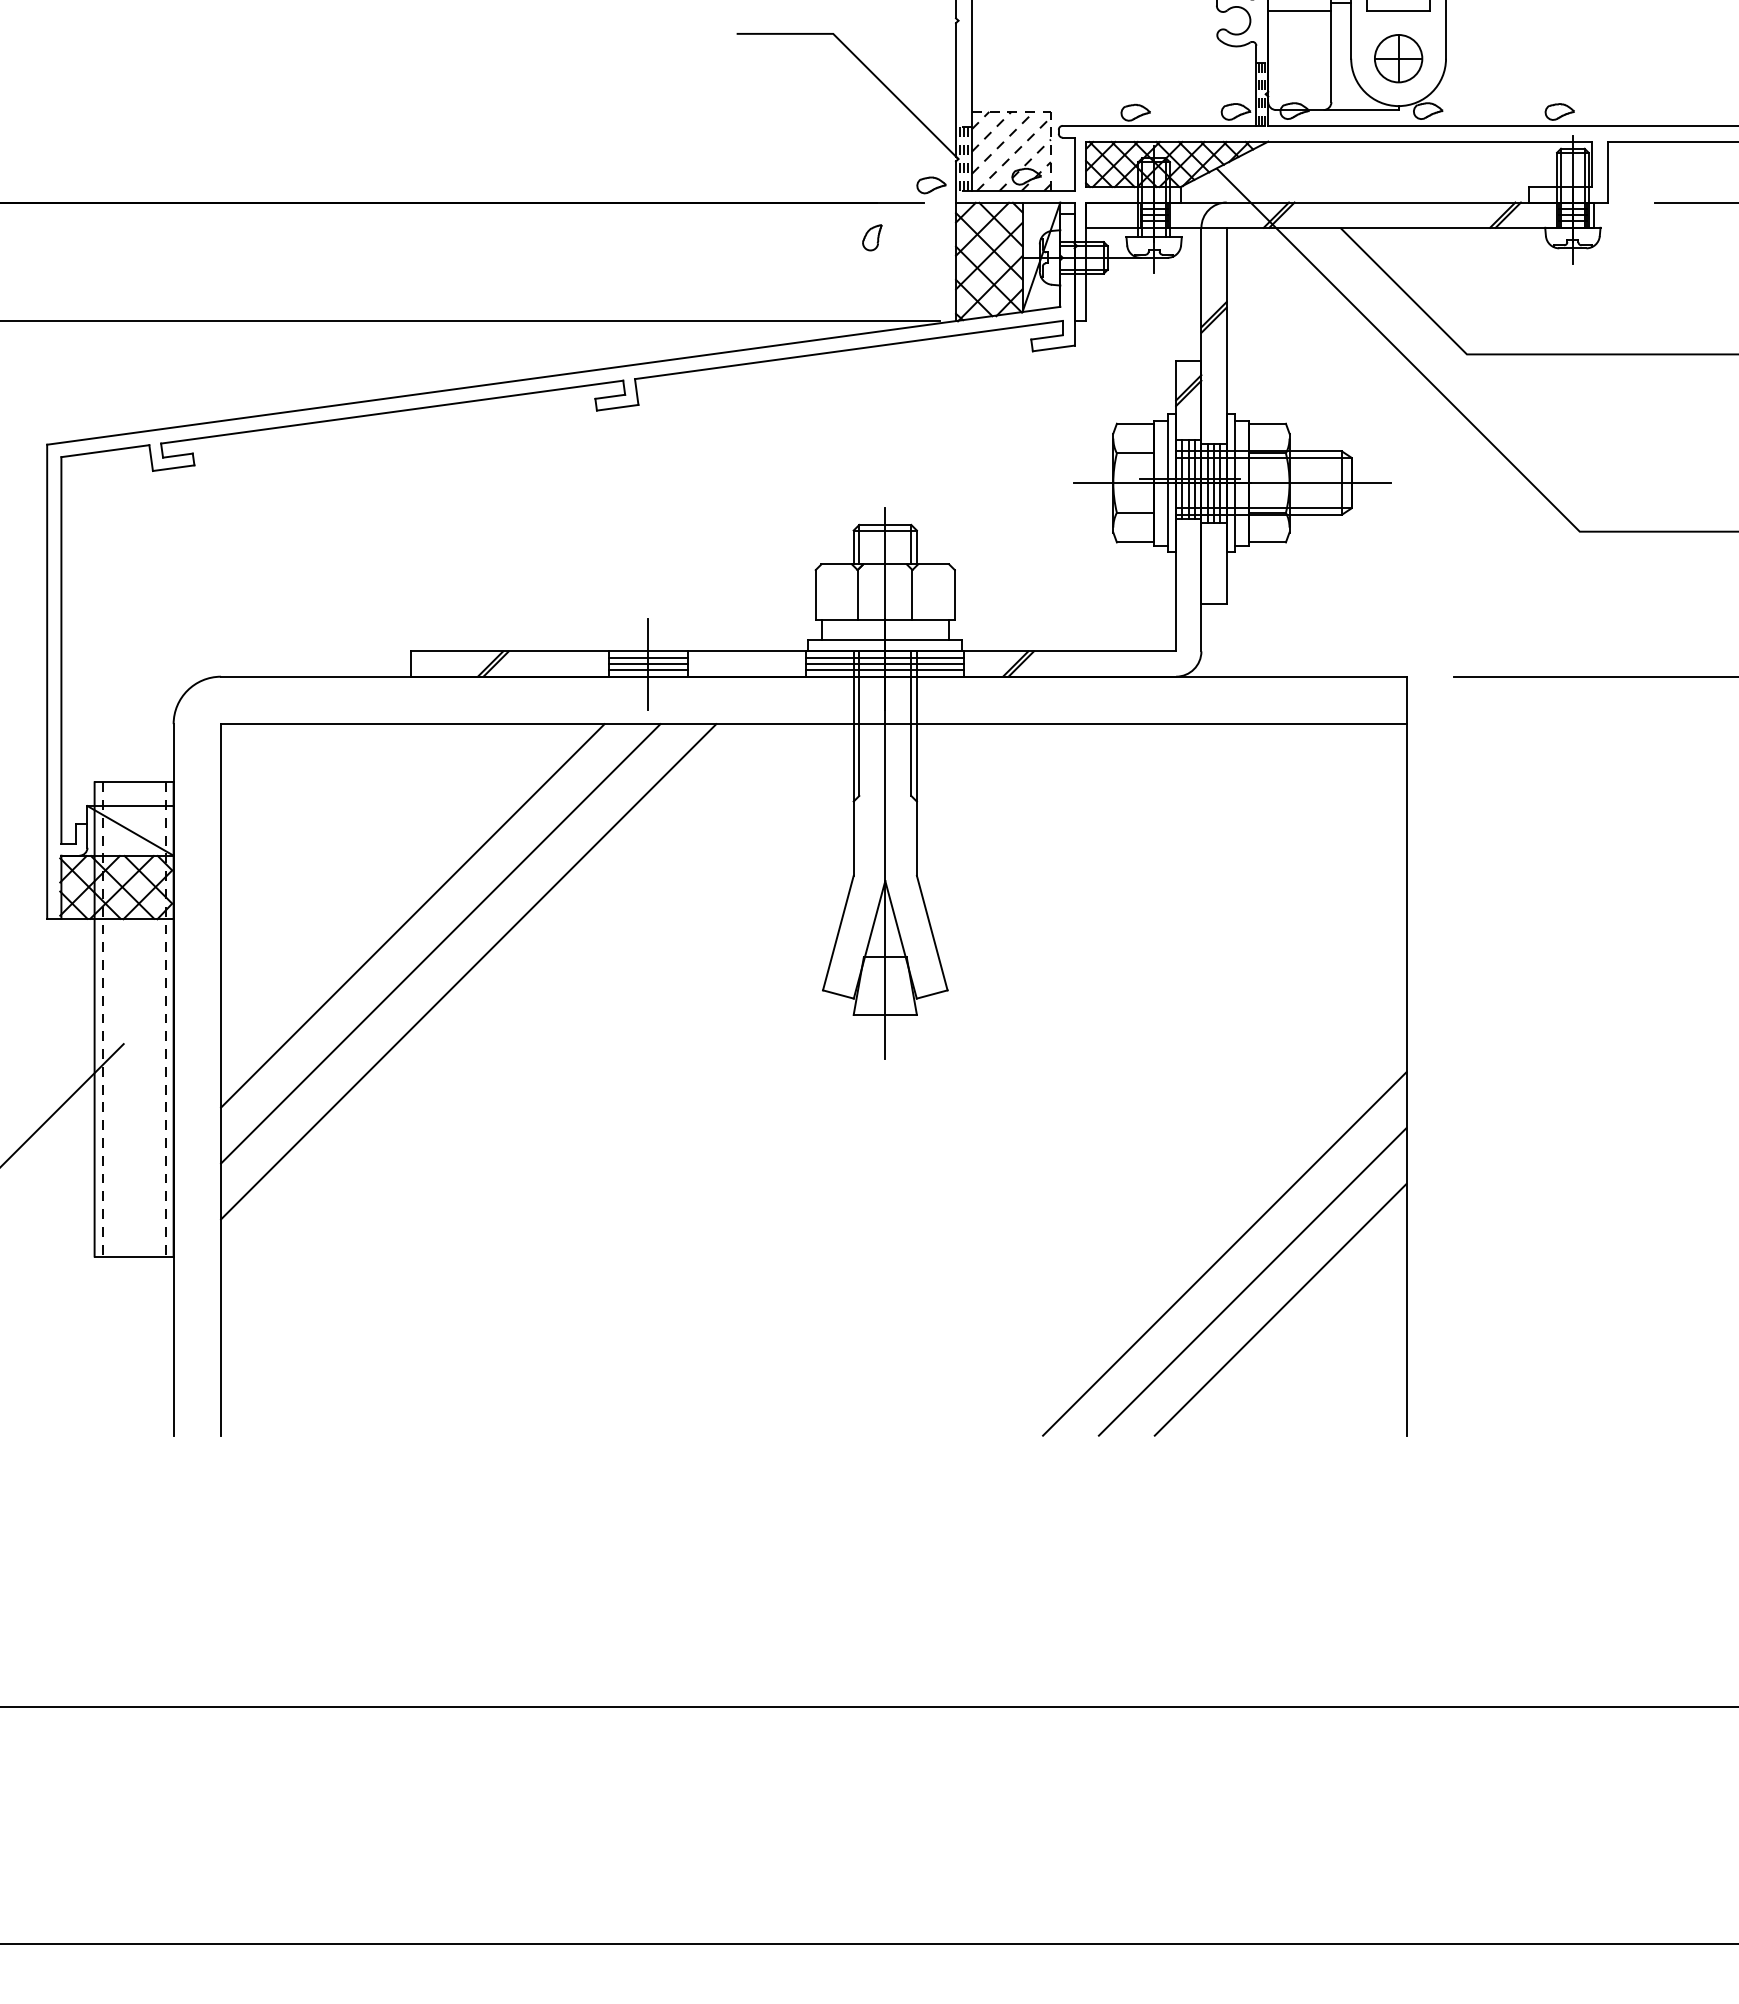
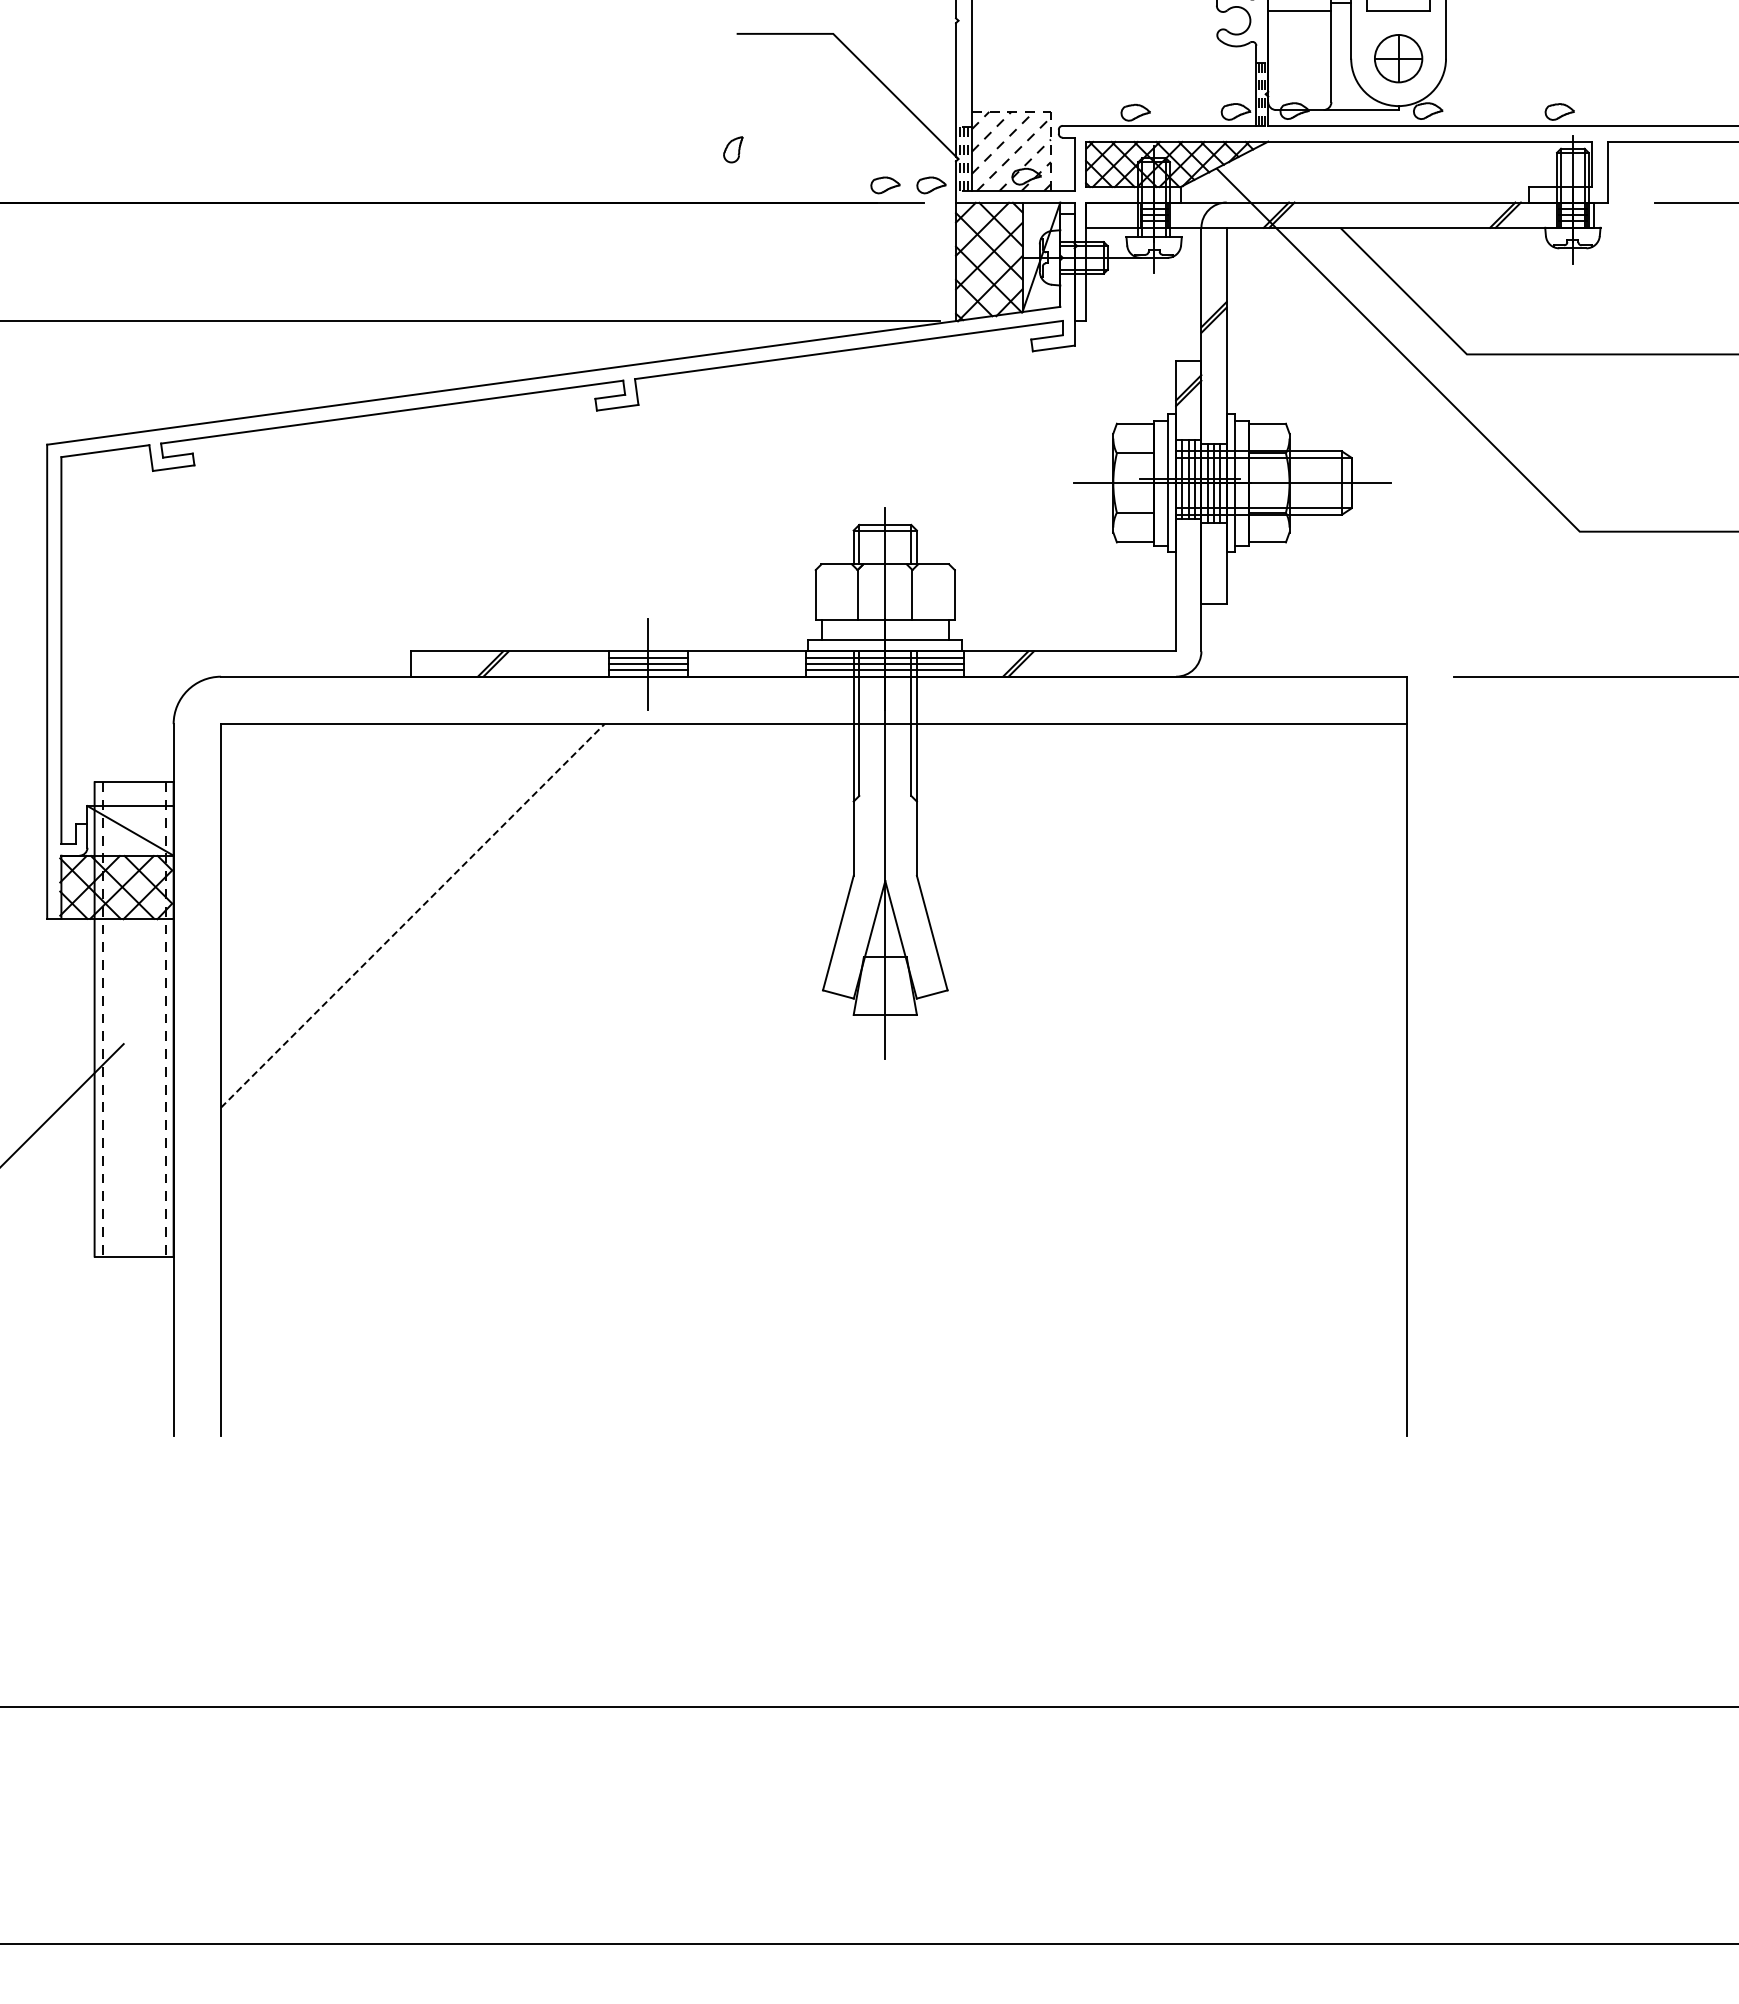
part at (885, 185): none -> present
part at (872, 237) position: (872, 237) -> (733, 149)
line at (413, 915): solid -> dashed
line at (440, 943): present -> none
line at (468, 971): present -> none
line at (1224, 1253): present -> none
line at (1252, 1281): present -> none
line at (1280, 1309): present -> none
